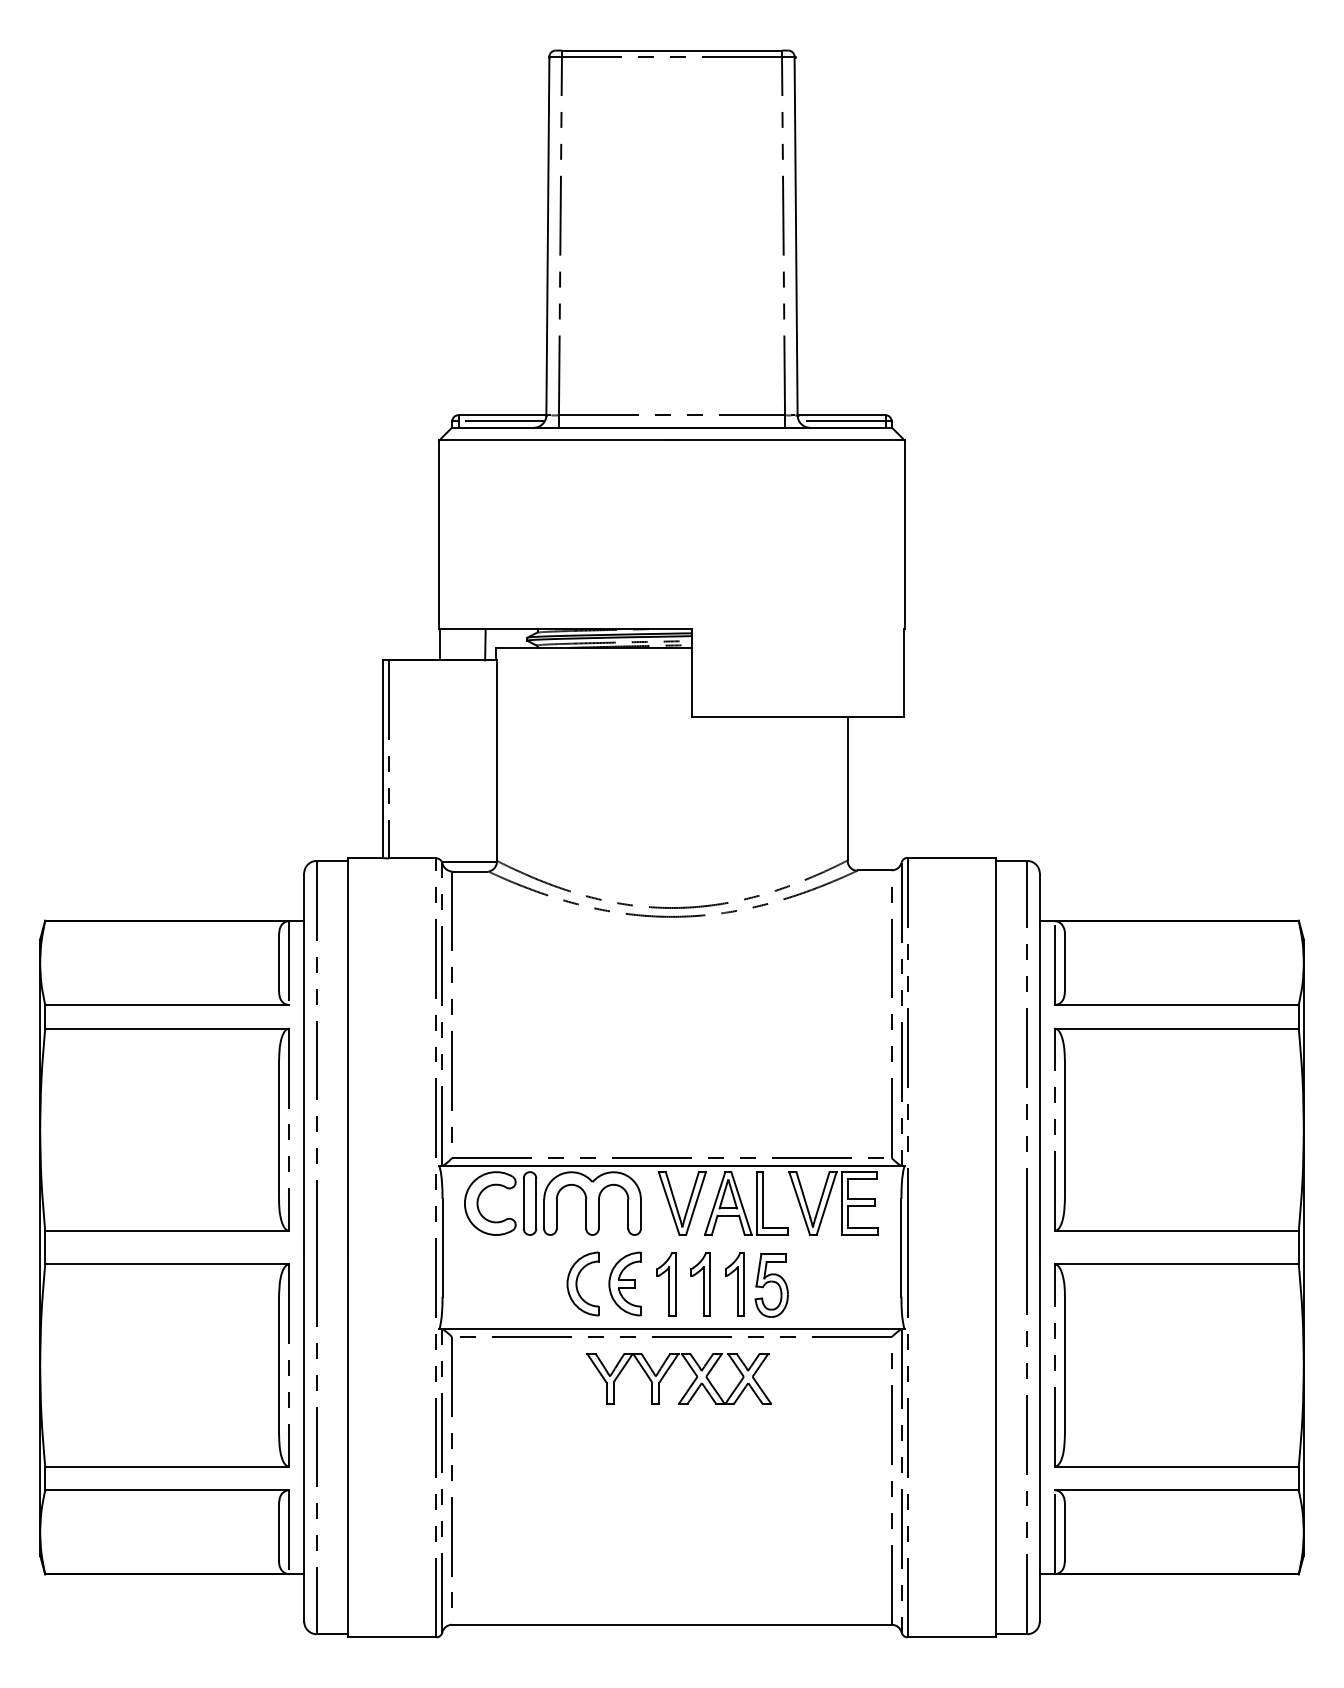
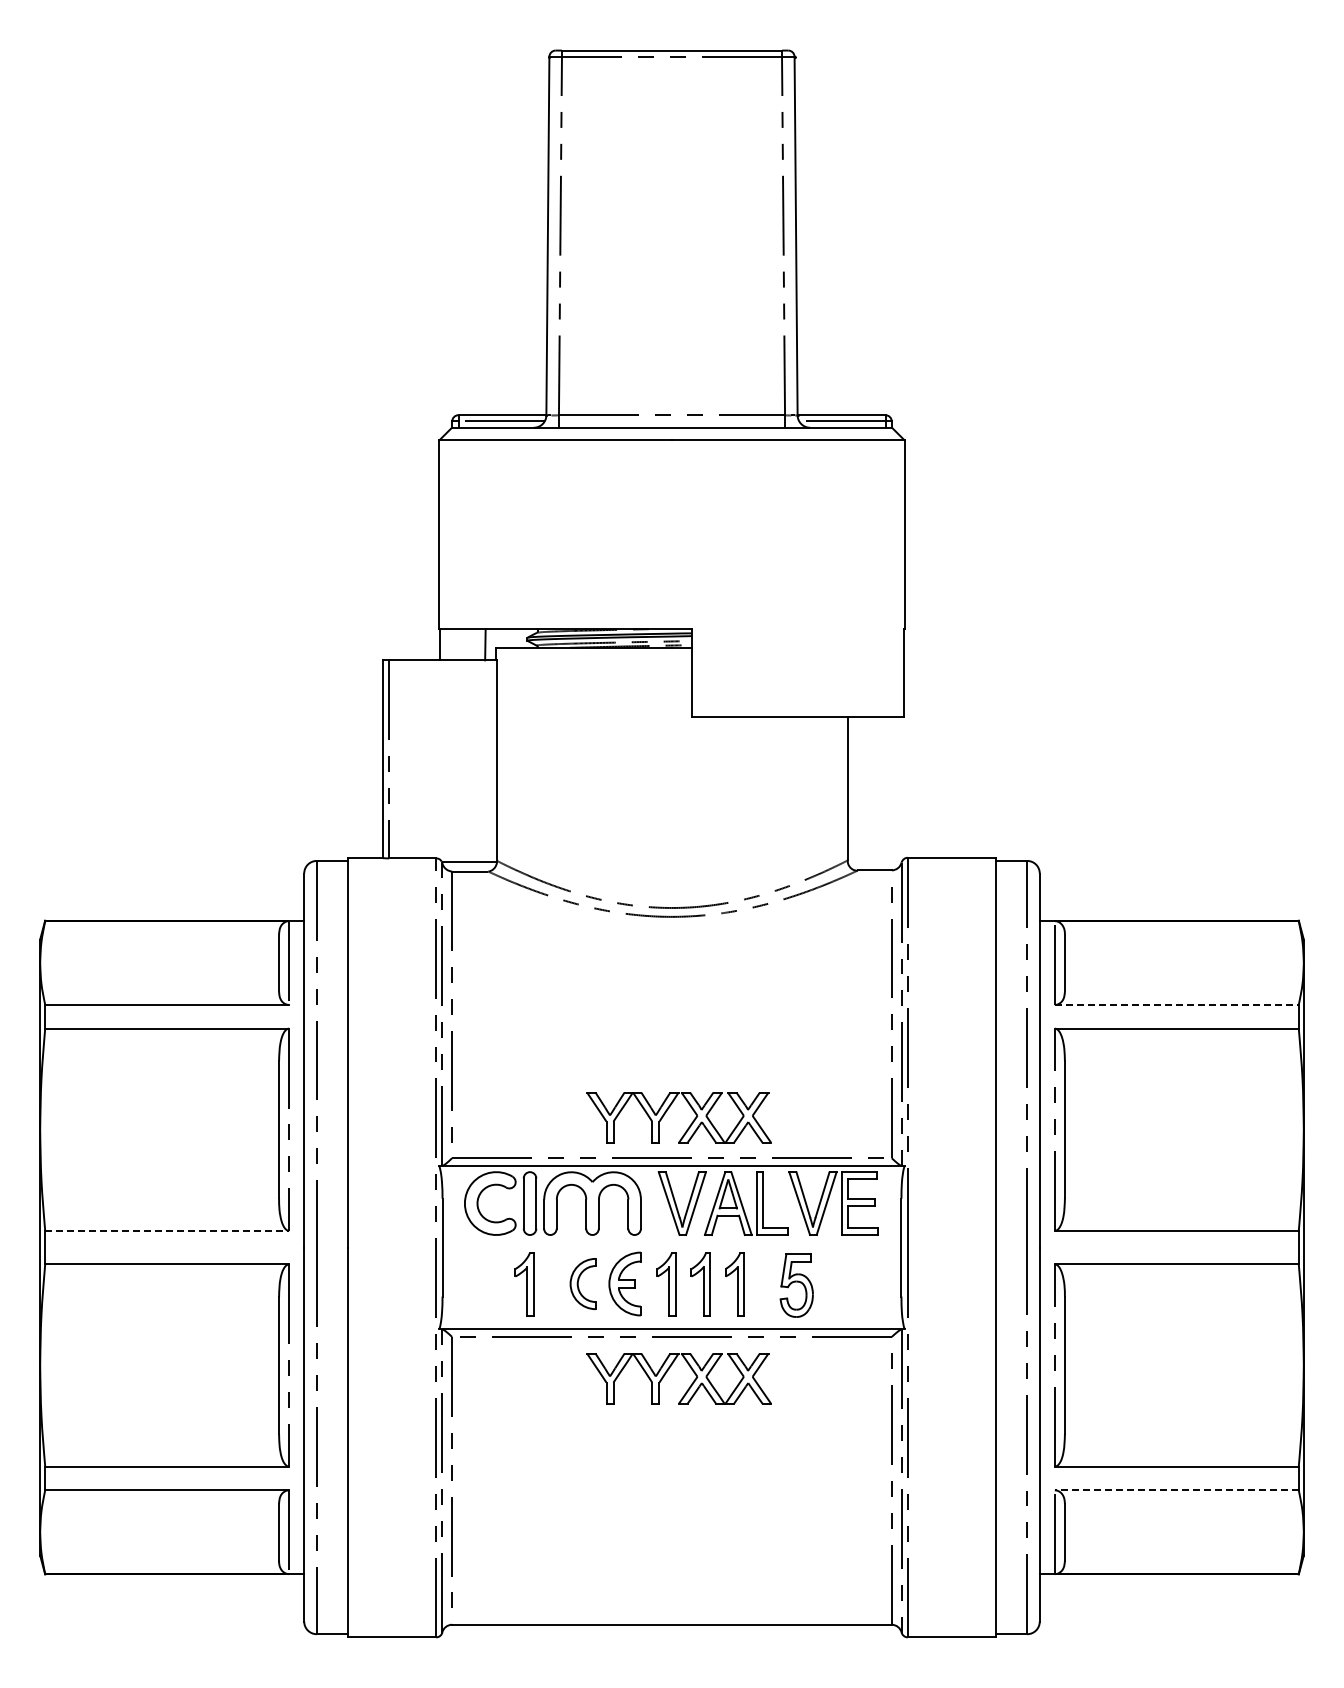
line at (1176, 1004): solid -> dashed
part at (667, 1111): none -> present
line at (167, 1230): solid -> dashed
part at (582, 1283) size: 34x66 px -> 28x52 px
part at (524, 1284): none -> present
part at (771, 1285) position: (771, 1285) -> (796, 1285)
line at (1176, 1490): solid -> dashed
